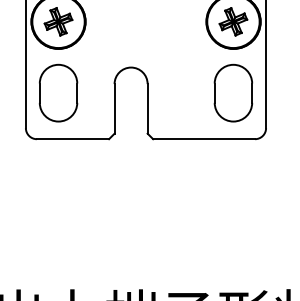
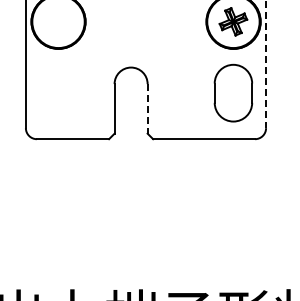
part at (58, 21): present -> none
line at (266, 64): solid -> dashed
part at (58, 92): present -> none
line at (147, 108): solid -> dashed
